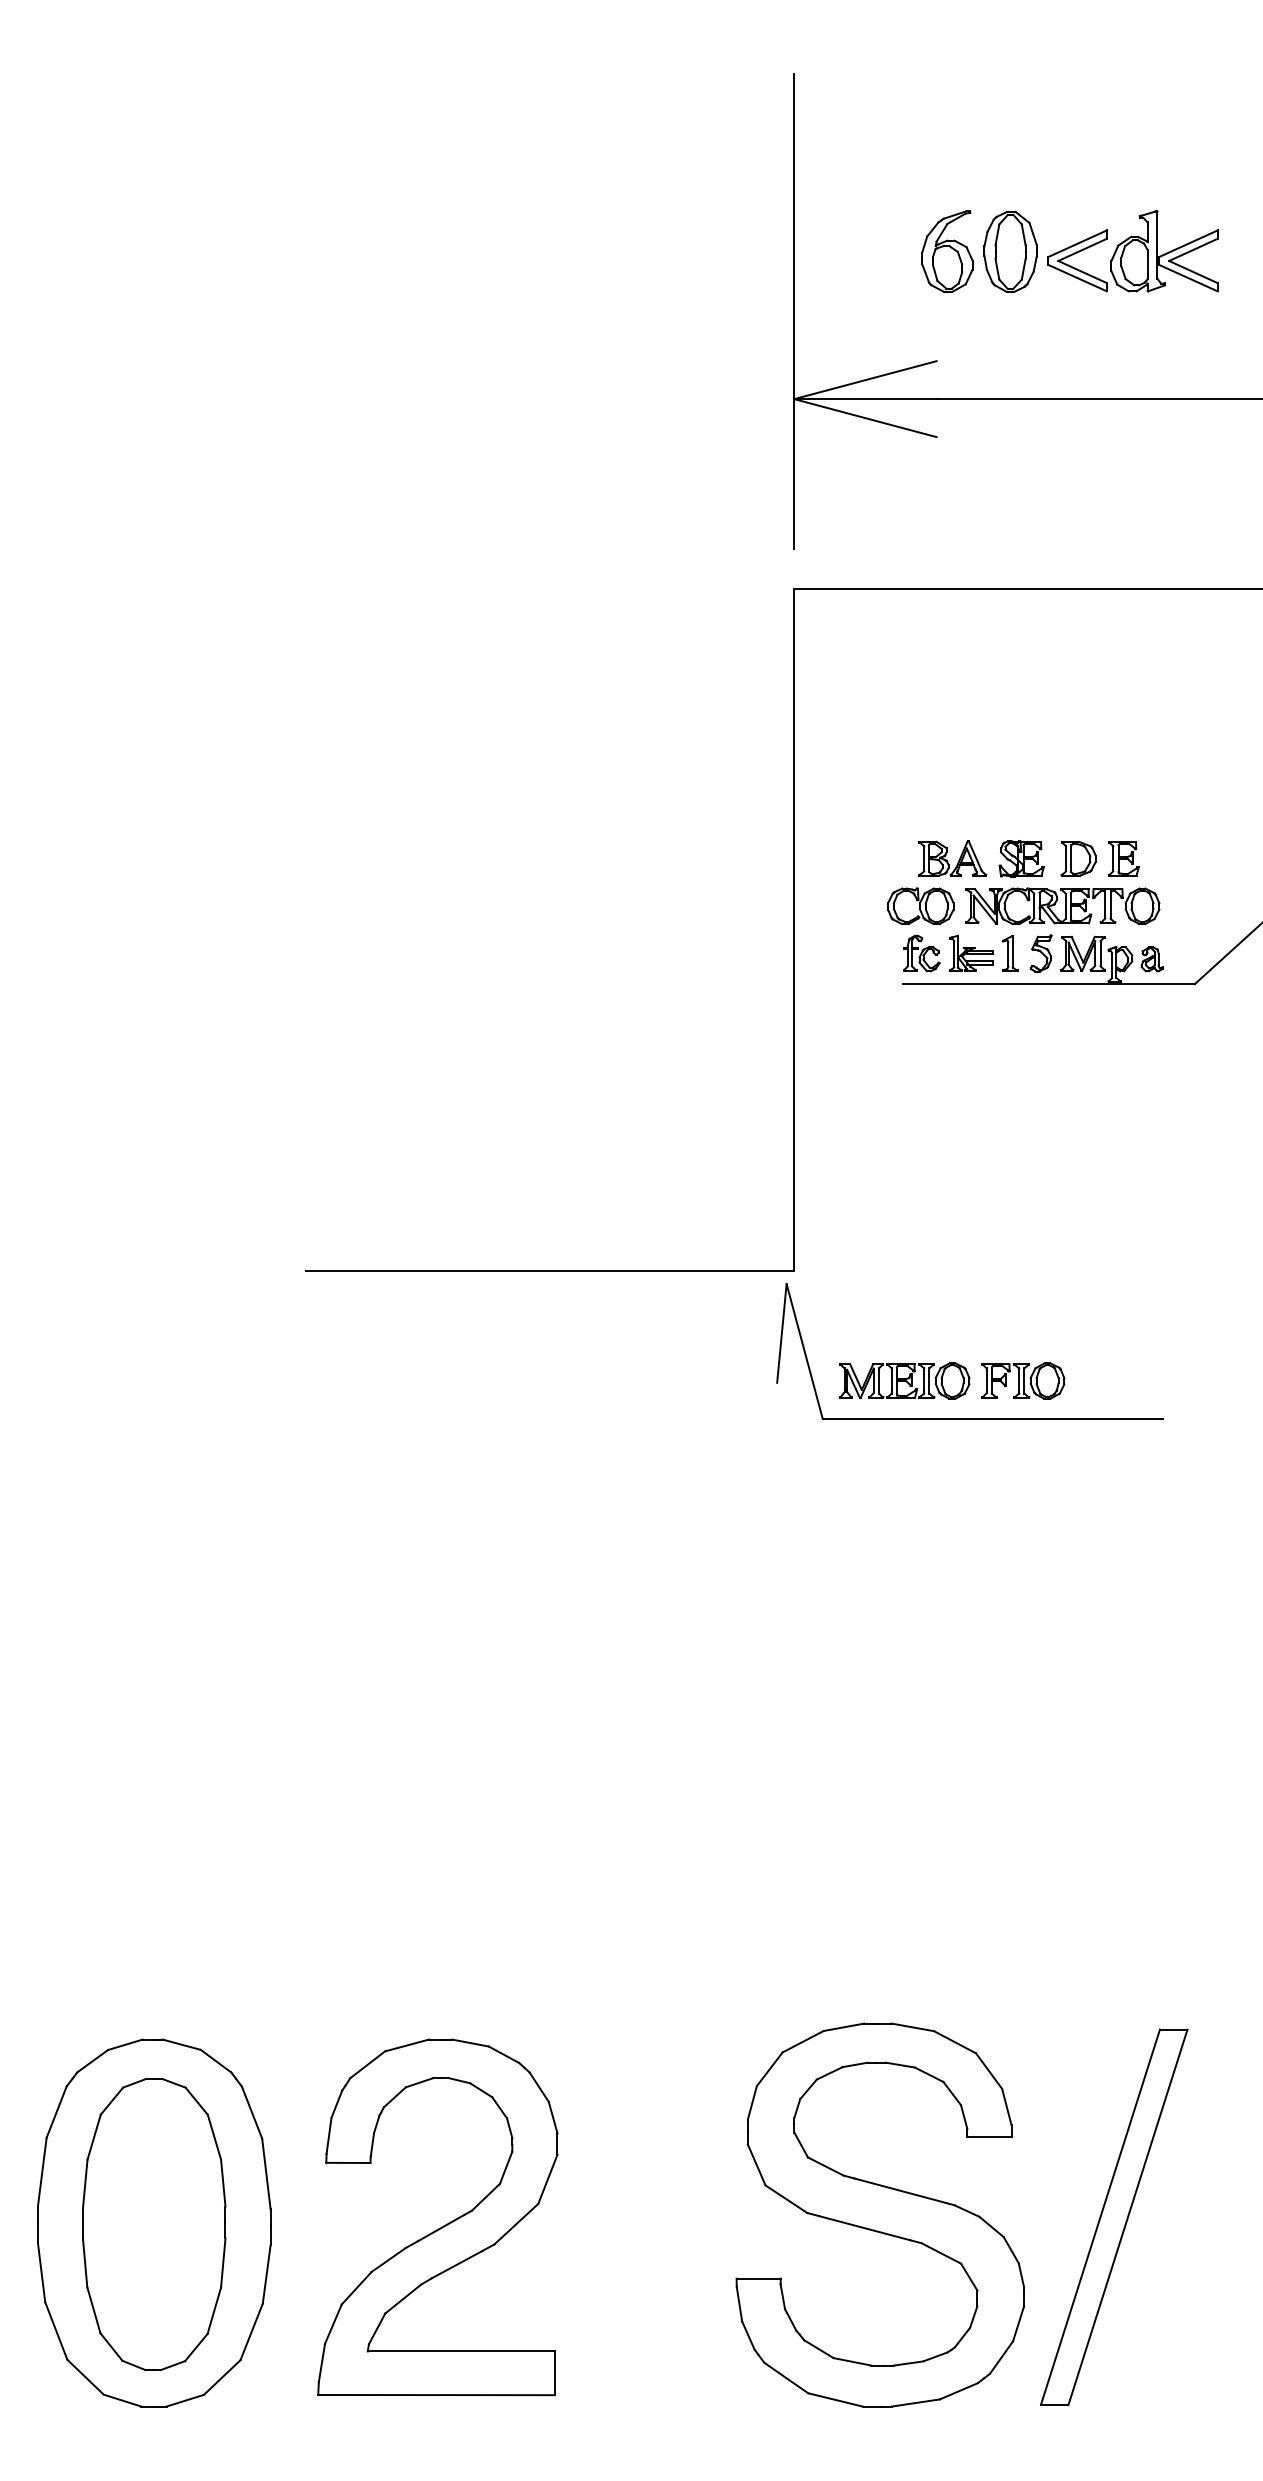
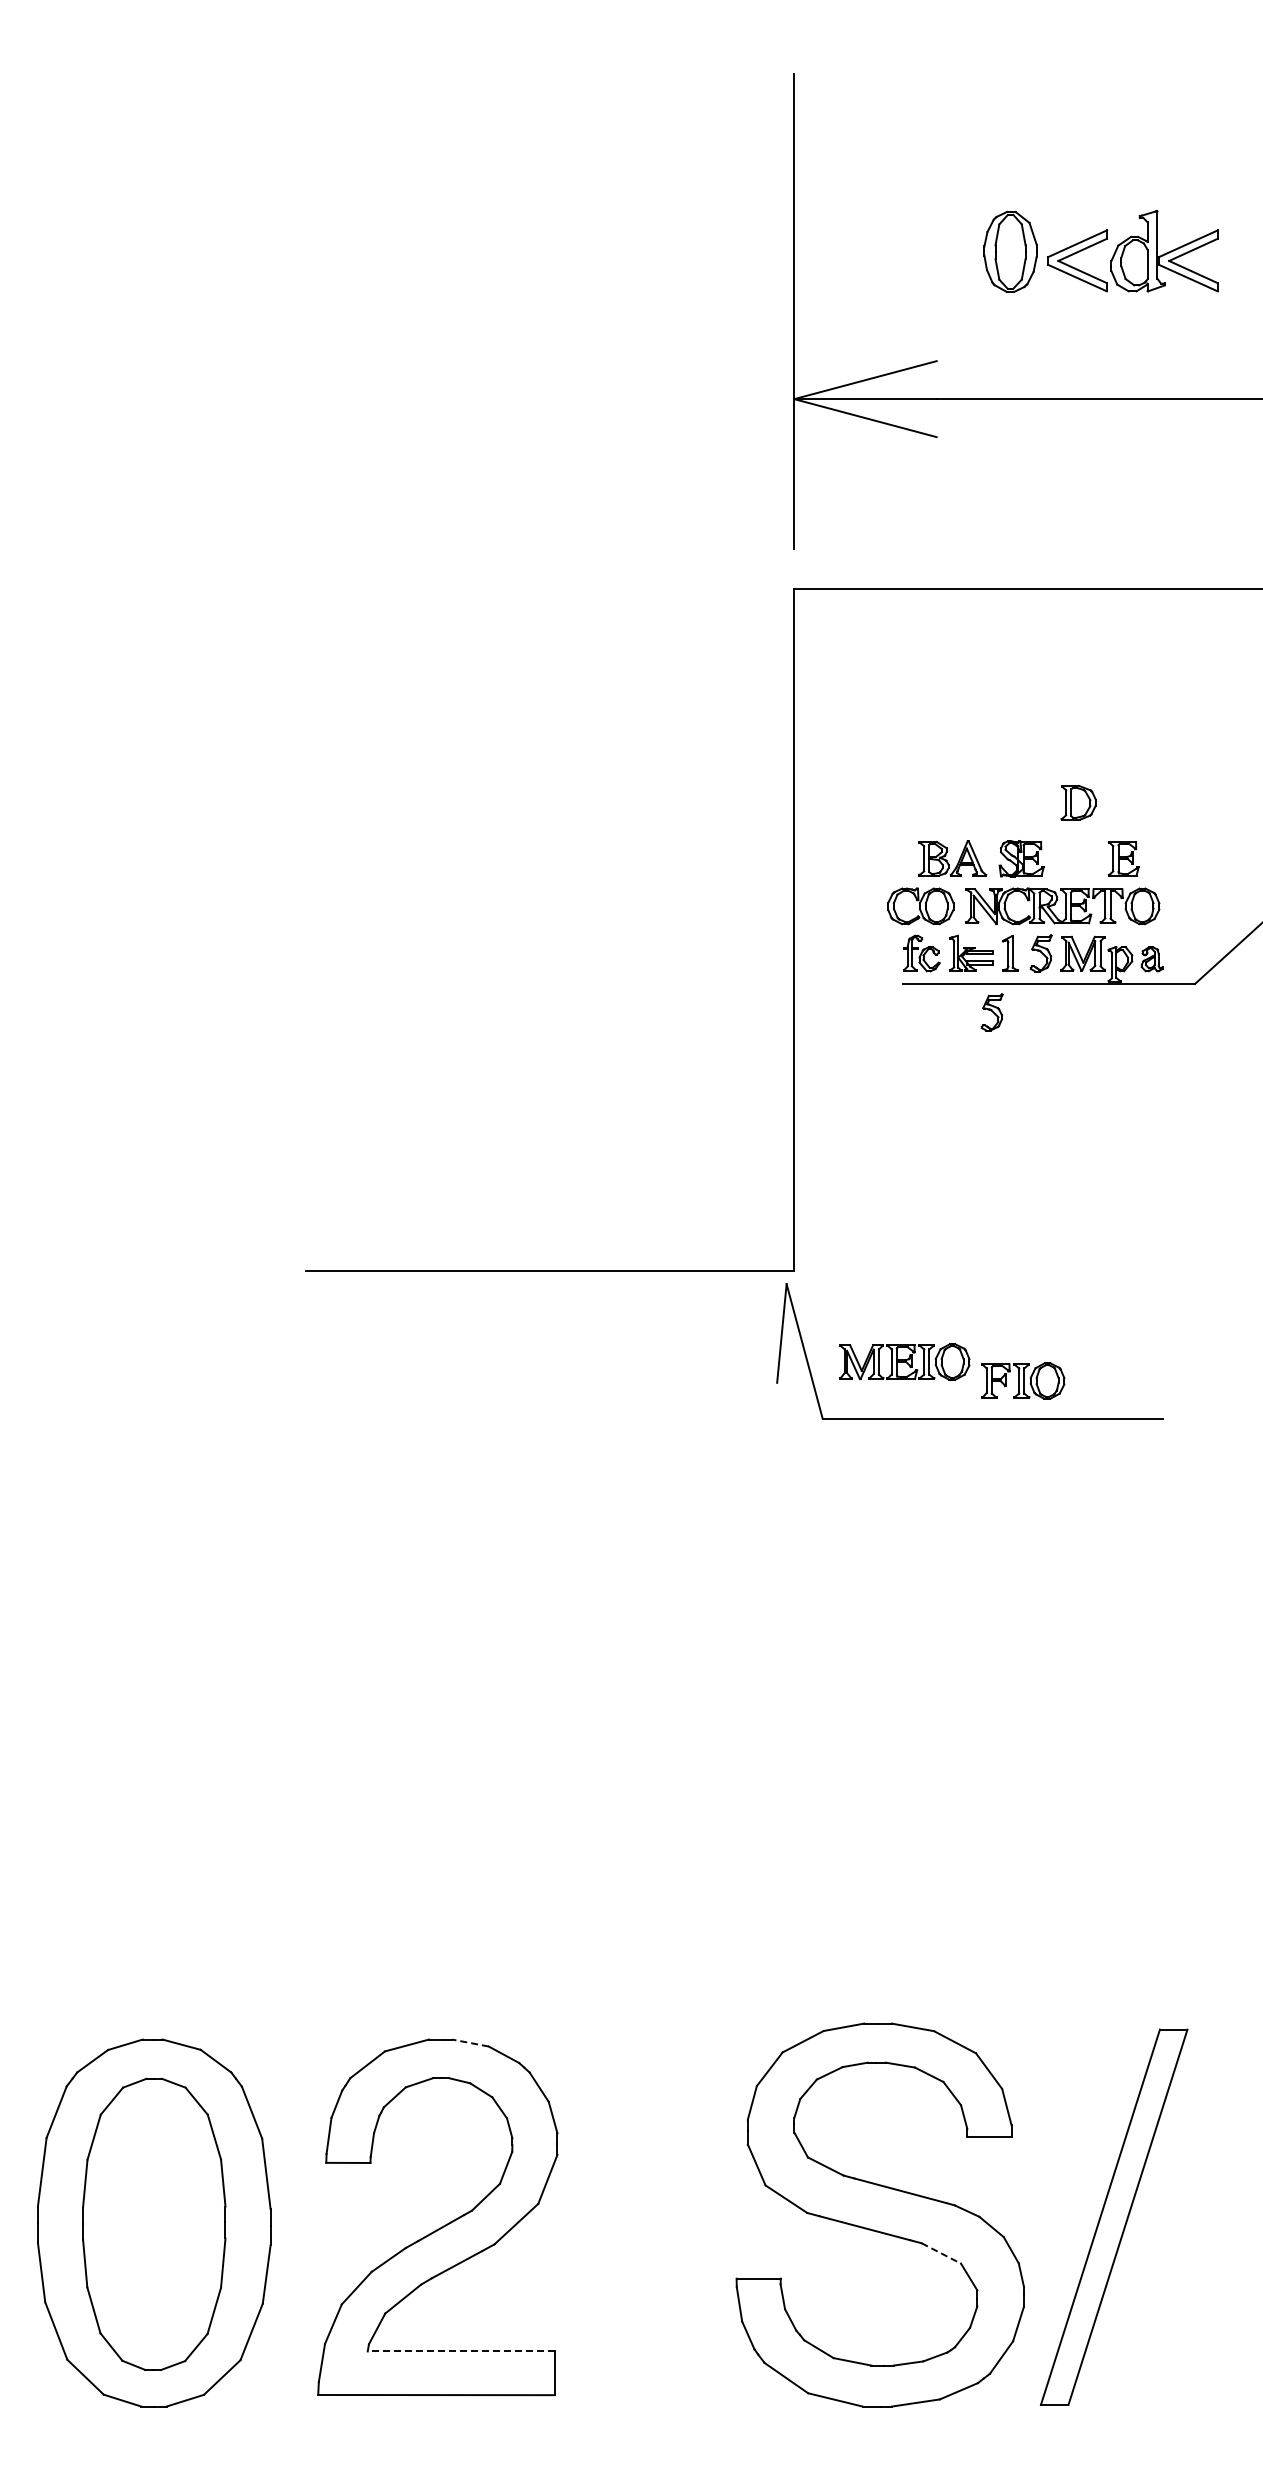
part at (947, 251): present -> none
part at (1078, 858) position: (1078, 858) -> (1078, 802)
part at (991, 1012): none -> present
part at (904, 1380) position: (904, 1380) -> (904, 1361)
line at (470, 2043): solid -> dashed
line at (941, 2253): solid -> dashed
line at (461, 2351): solid -> dashed
